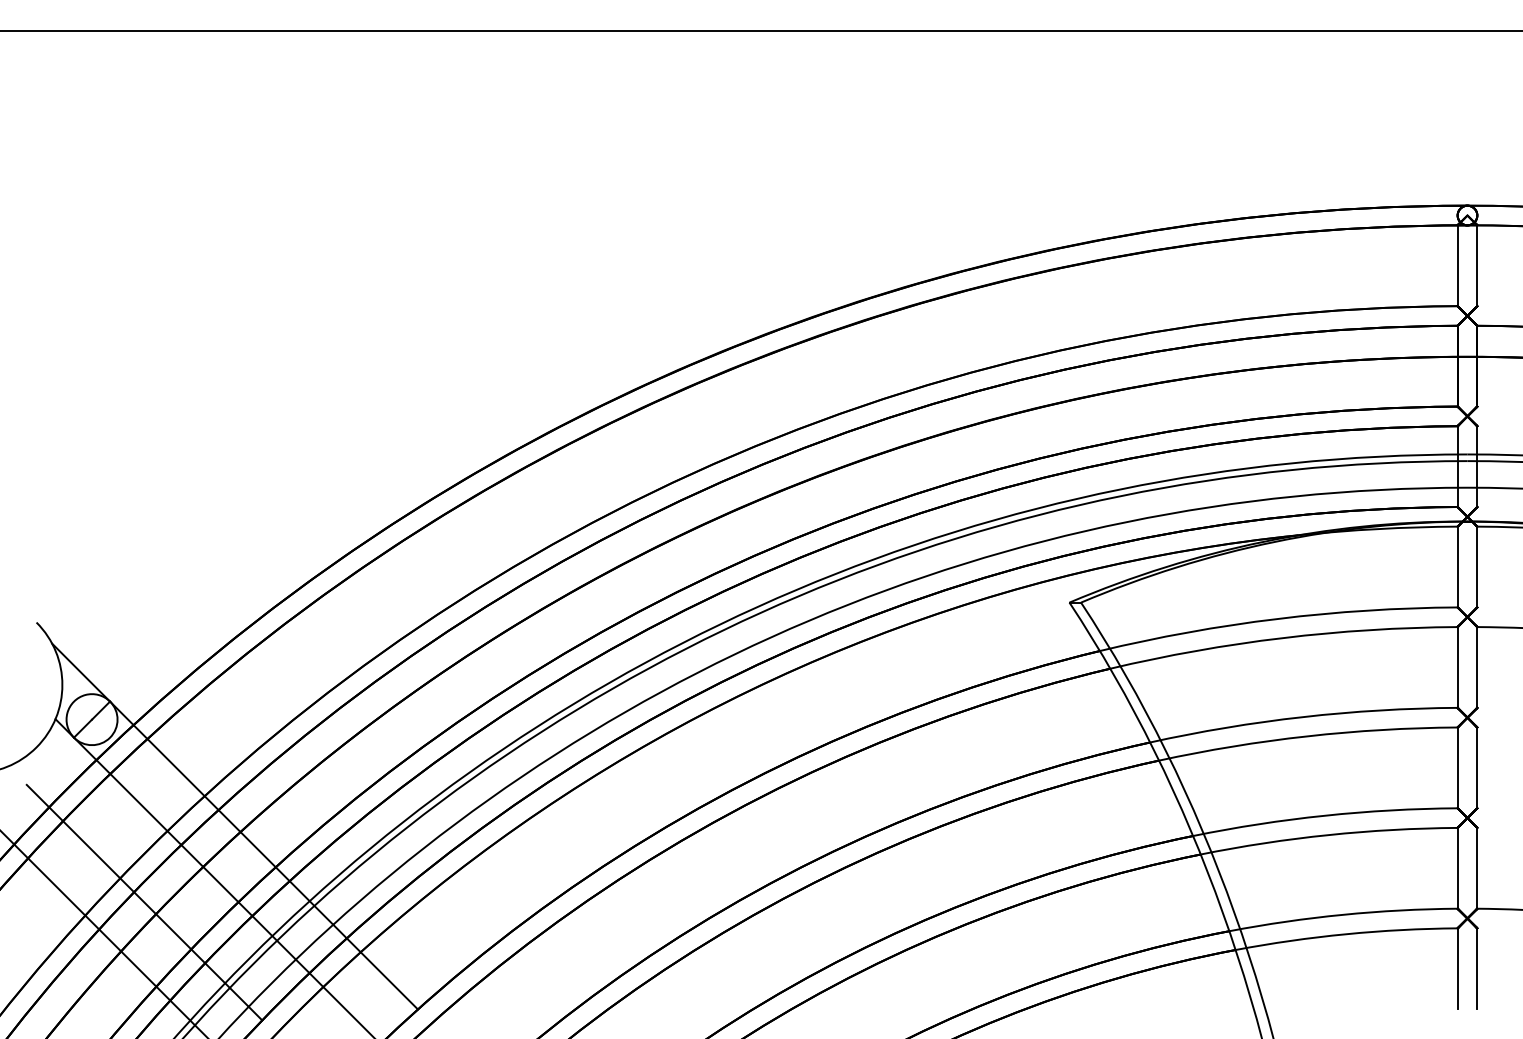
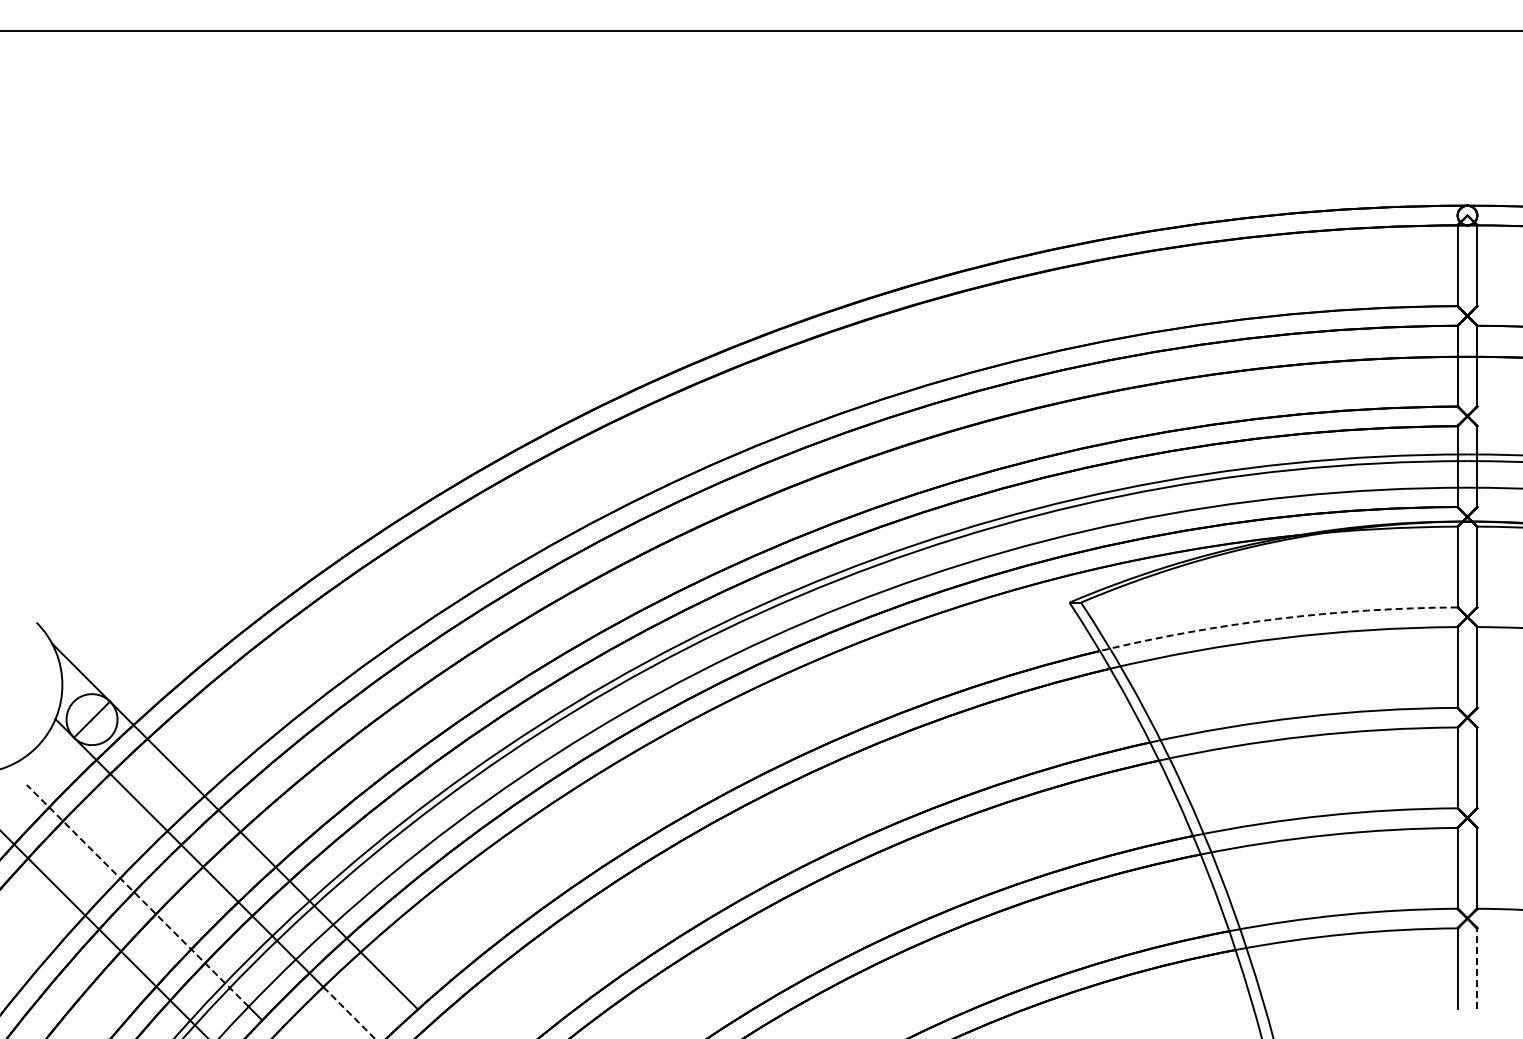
arc at (1277, 618): solid -> dashed
line at (137, 895): solid -> dashed
line at (1477, 968): solid -> dashed
line at (349, 1013): solid -> dashed
